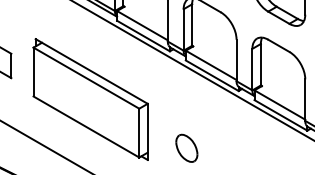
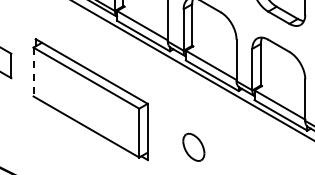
line at (33, 72): solid -> dashed
line at (45, 146): present -> none
part at (186, 147) position: (186, 147) -> (193, 146)
